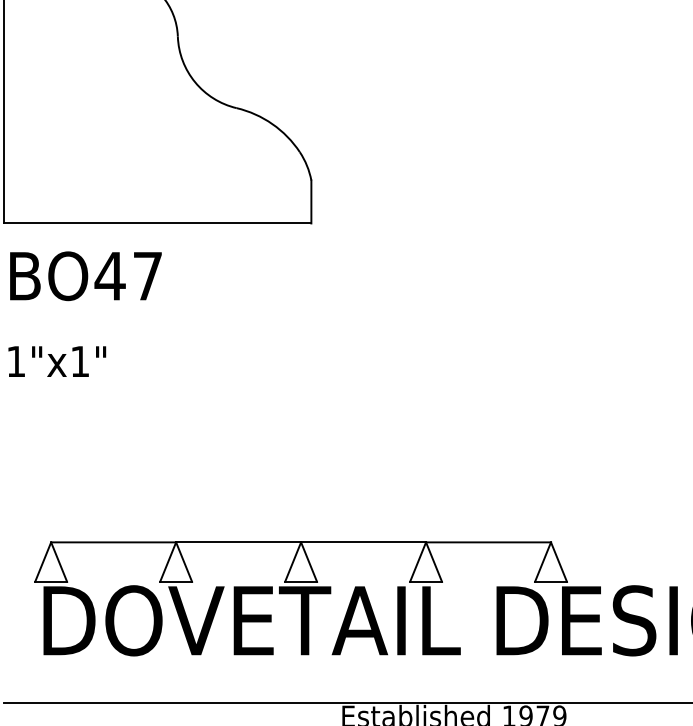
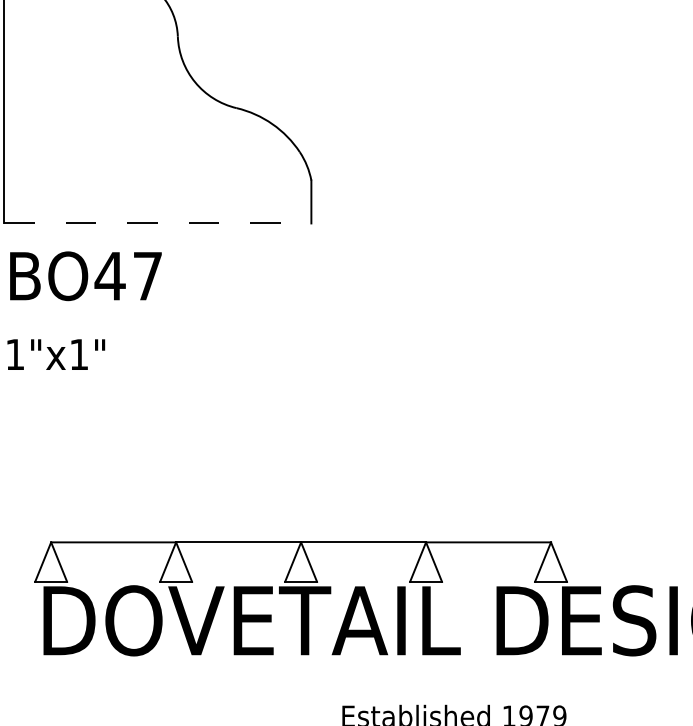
line at (157, 223): solid -> dashed
text at (57, 361) position: (57, 361) -> (56, 354)
line at (346, 703): present -> none
